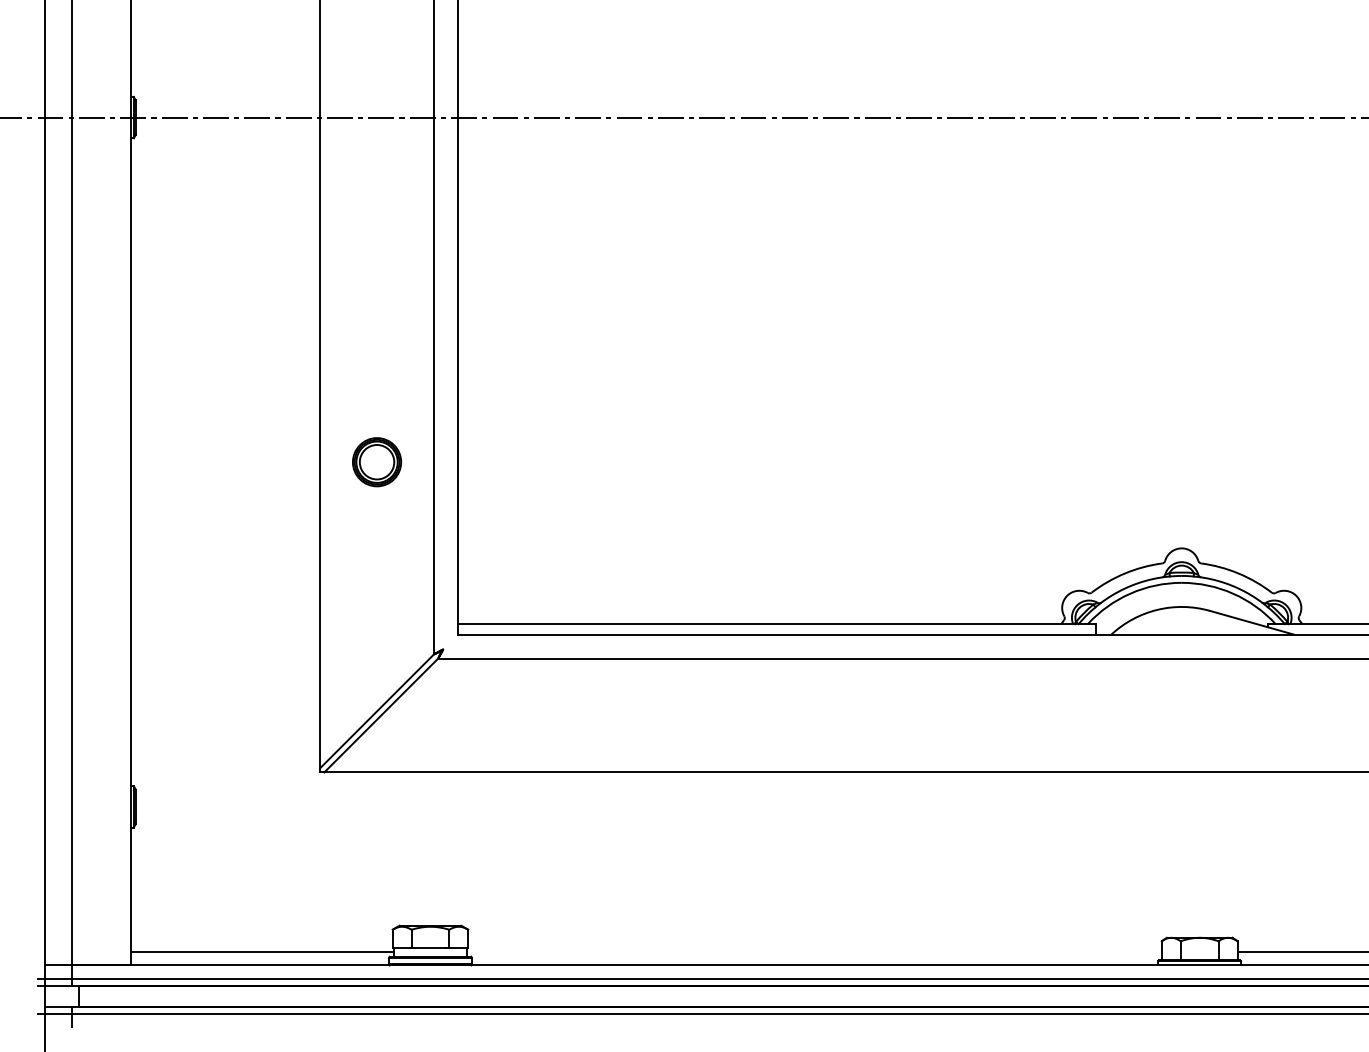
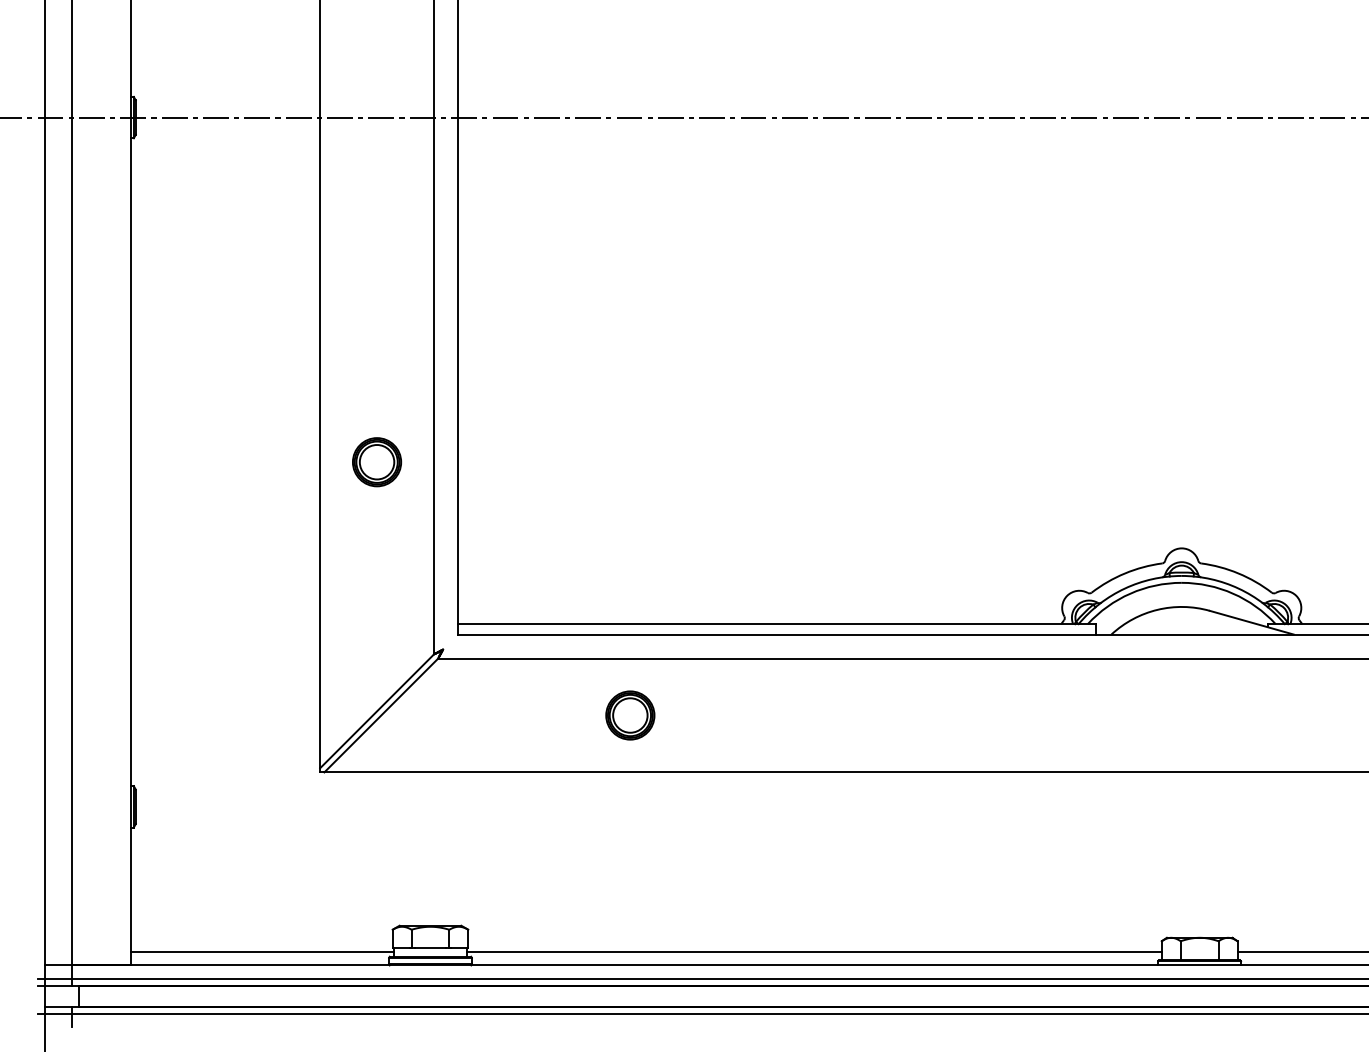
part at (630, 715): none -> present
line at (813, 951): none -> present
